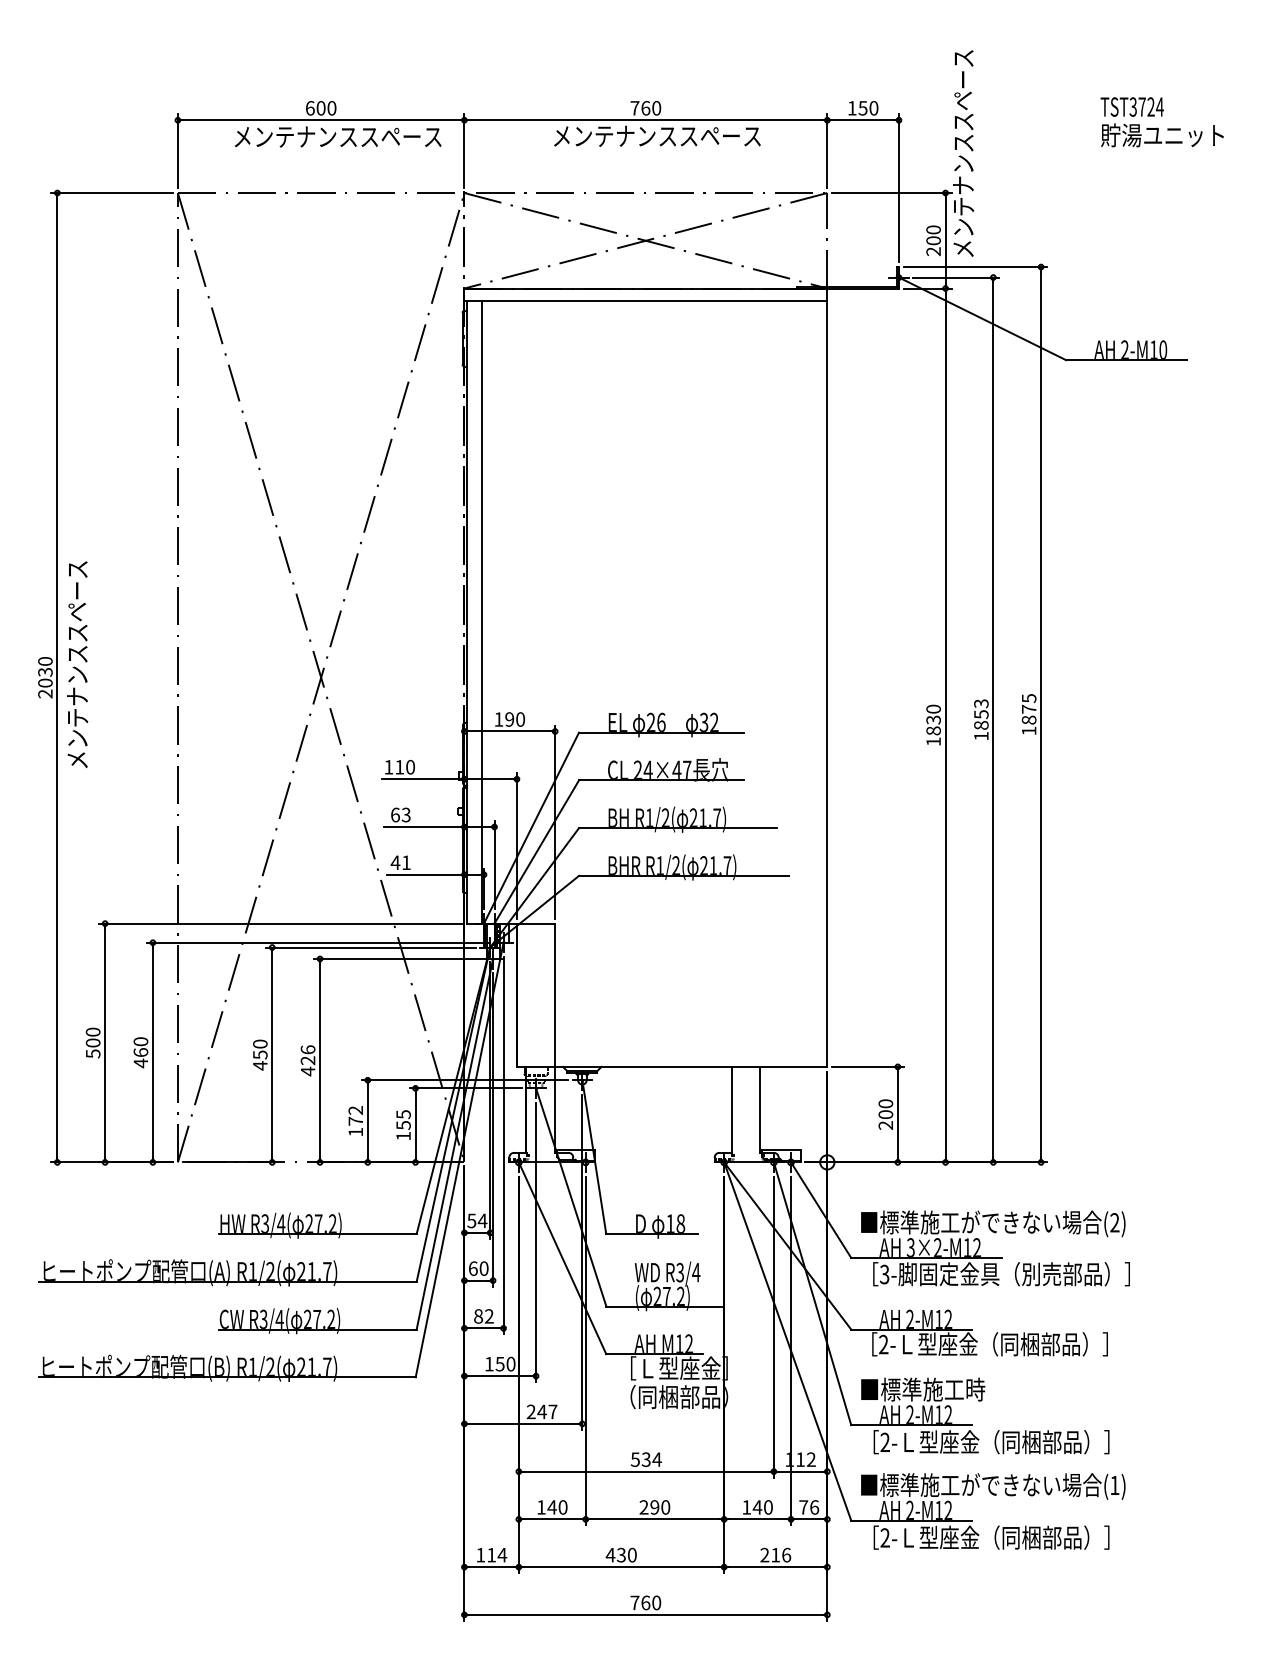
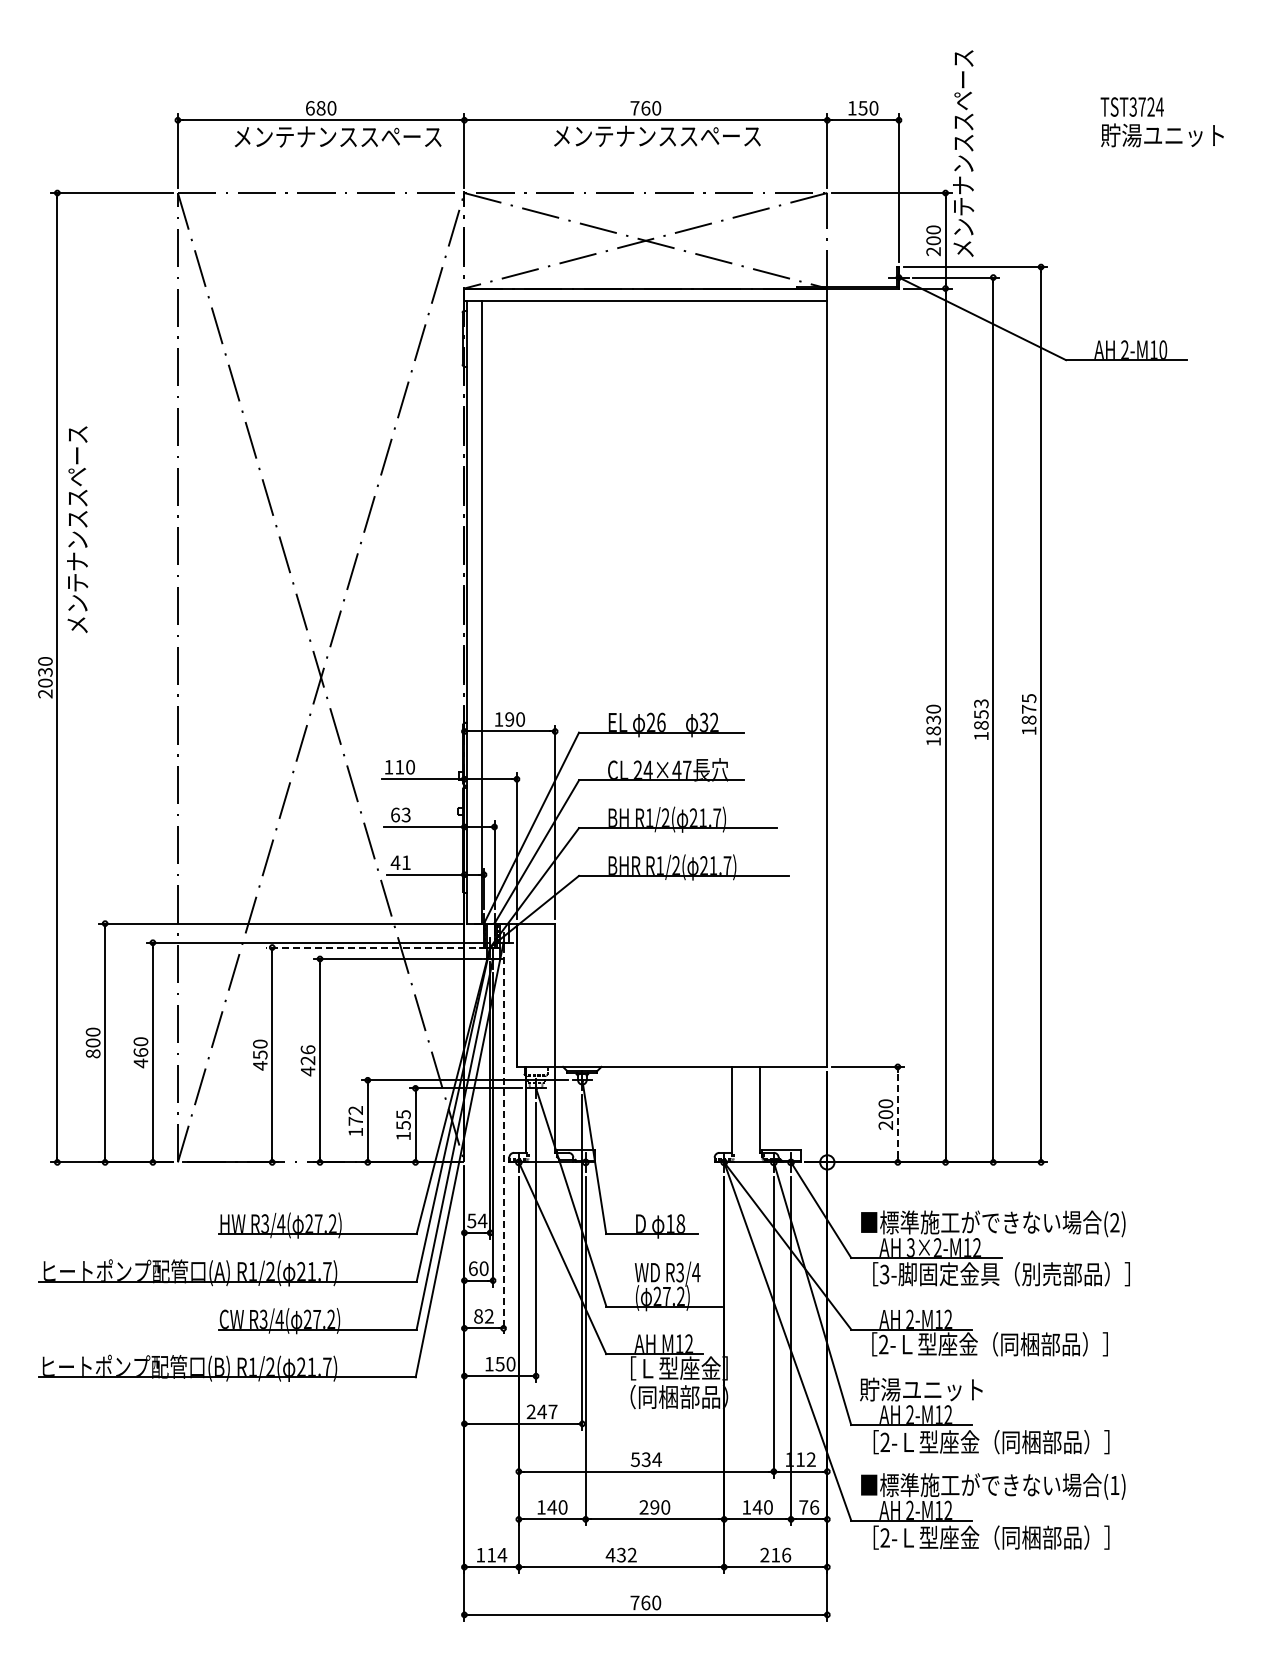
text at (320, 108): 600 -> 680
text at (77, 664) position: (77, 664) -> (77, 529)
line at (370, 947): solid -> dashed
text at (92, 1053): 500 -> 800
line at (897, 1114): solid -> dashed
line at (503, 1145): solid -> dashed
text at (922, 1389): ■標準施工時 -> 貯湯ユニット
text at (631, 1555): 430 -> 432
